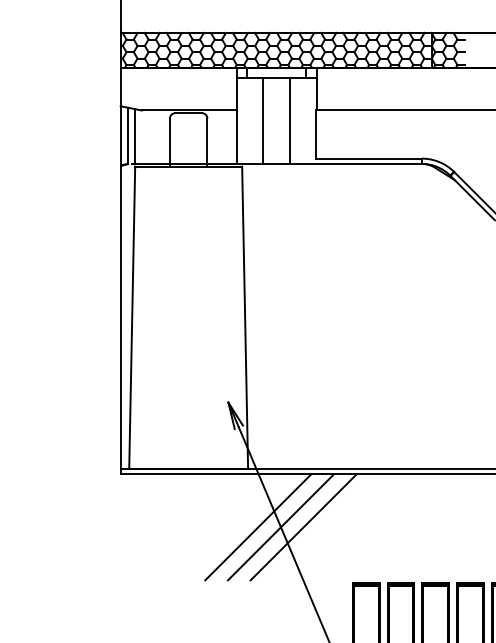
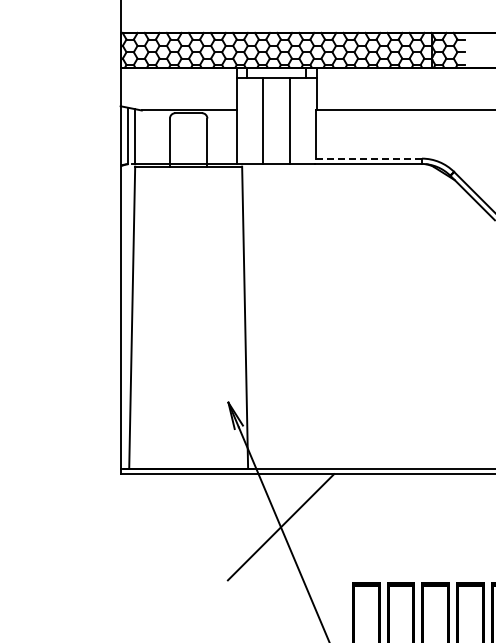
line at (369, 158): solid -> dashed
line at (258, 527): present -> none
line at (303, 527): present -> none
